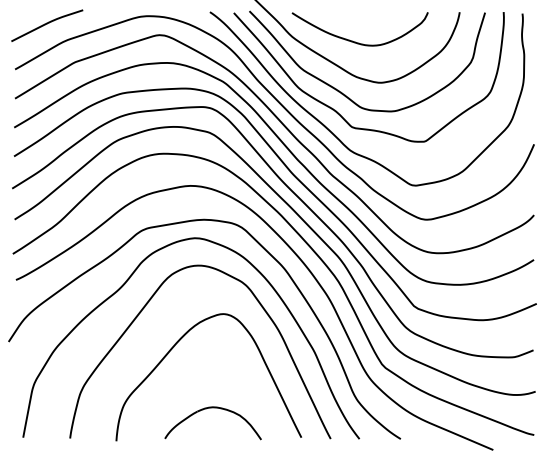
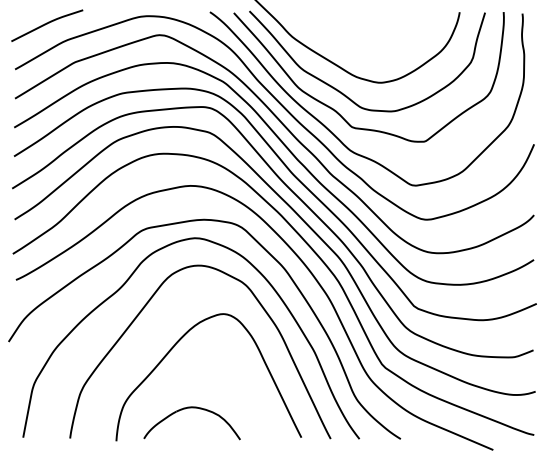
curve at (355, 41): present -> none
part at (212, 408) position: (212, 408) -> (191, 408)
